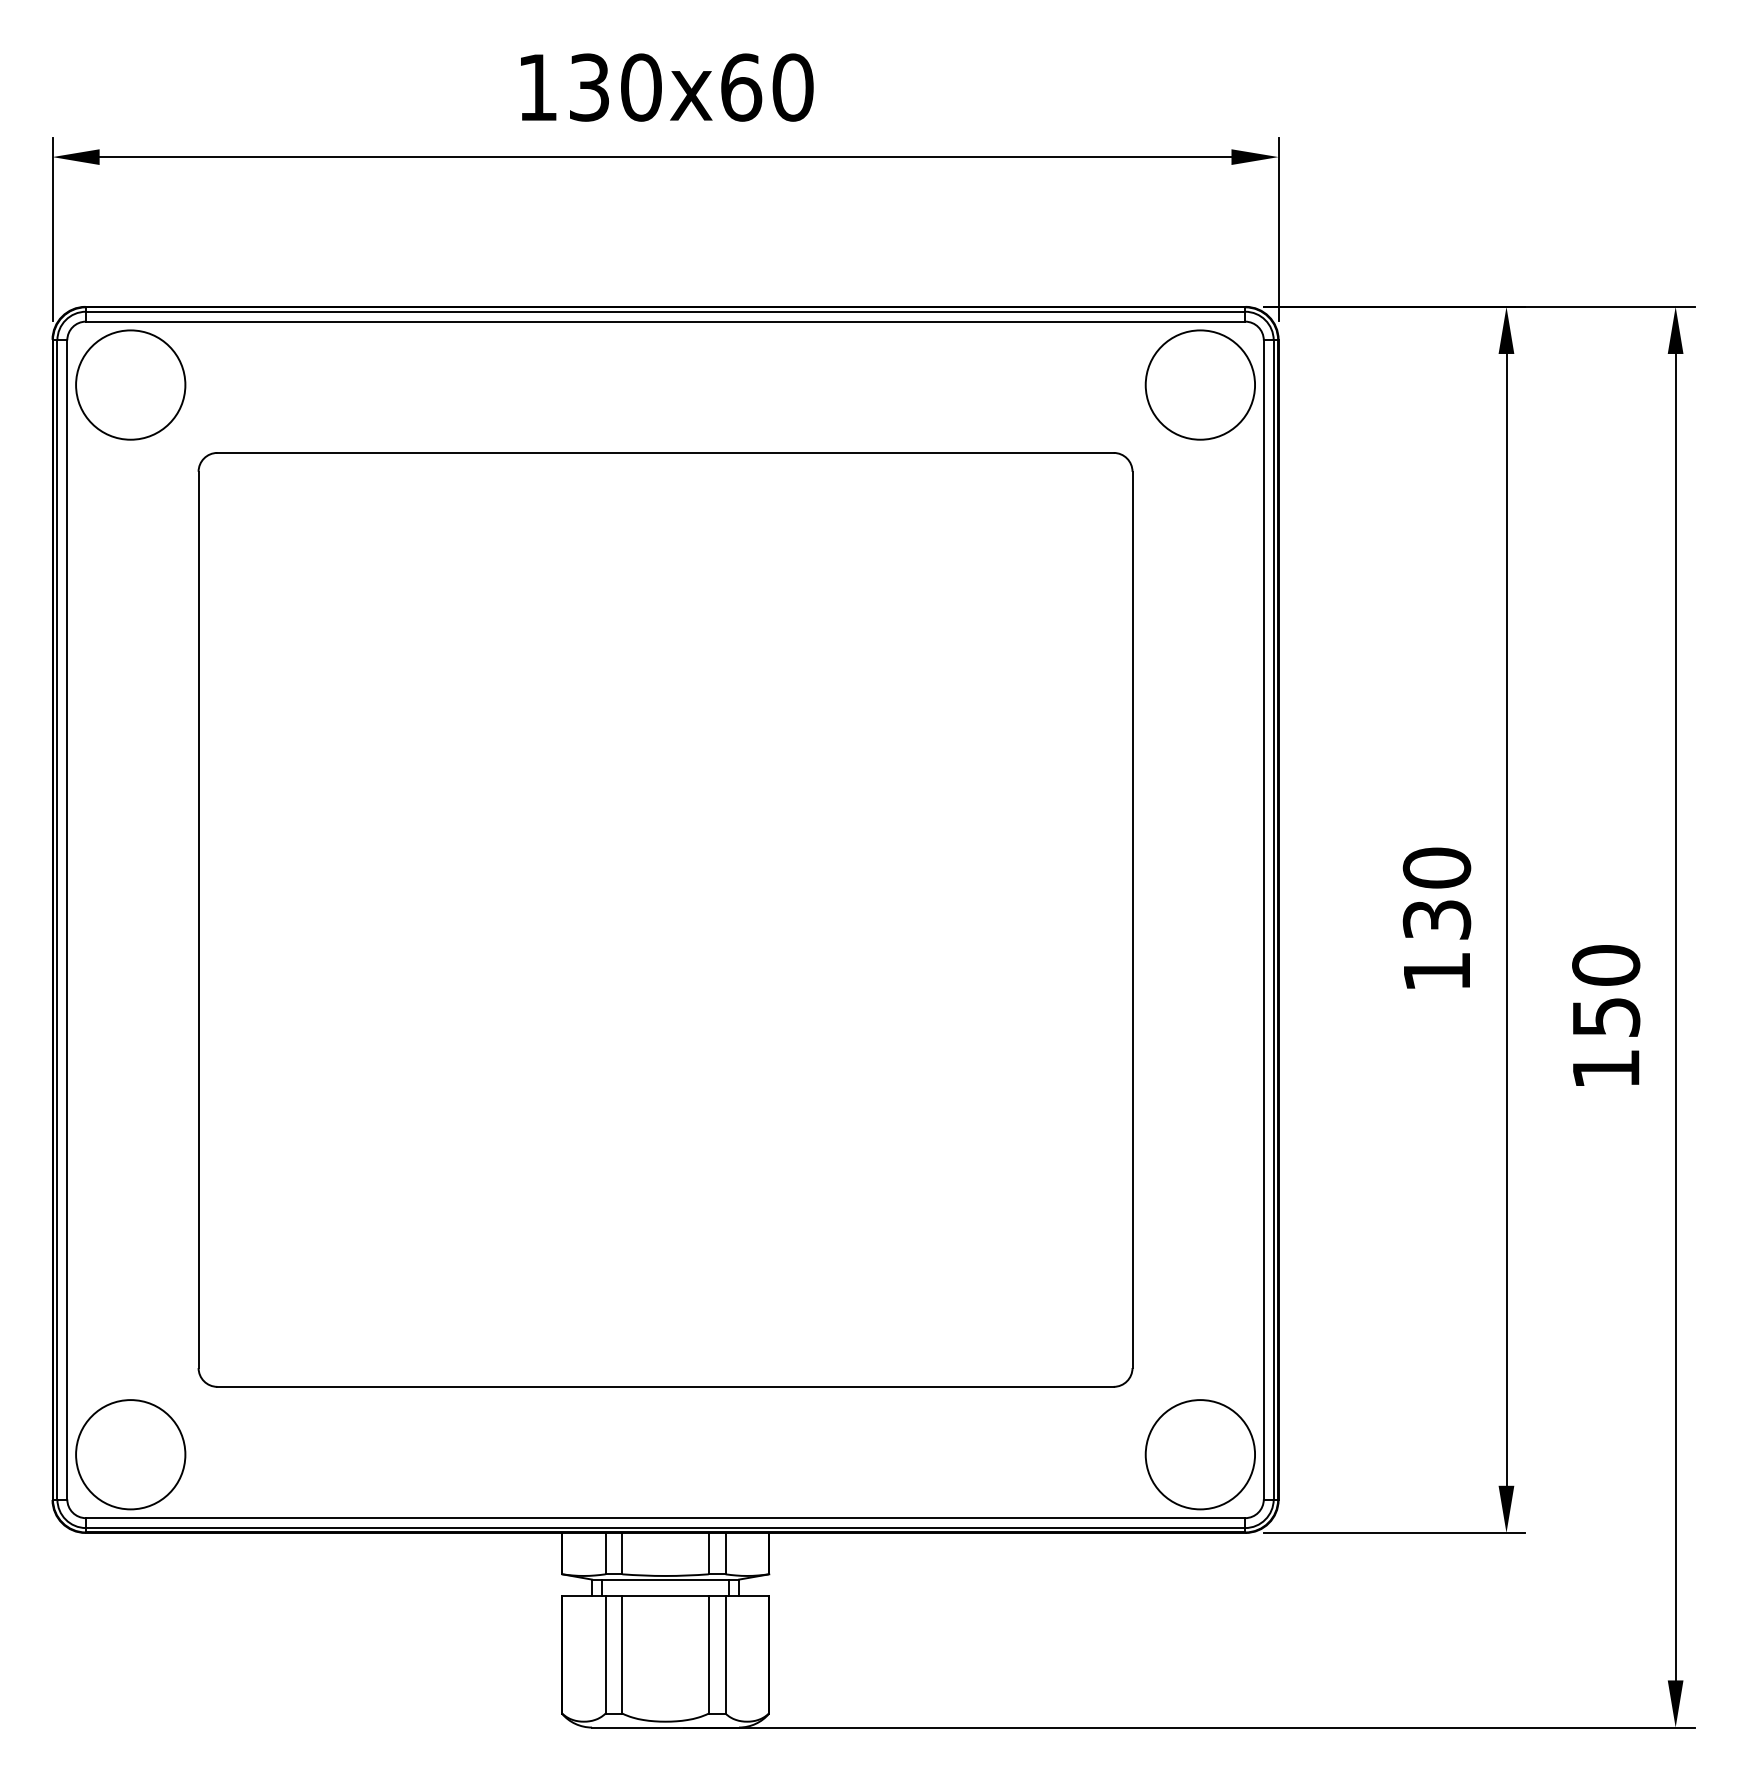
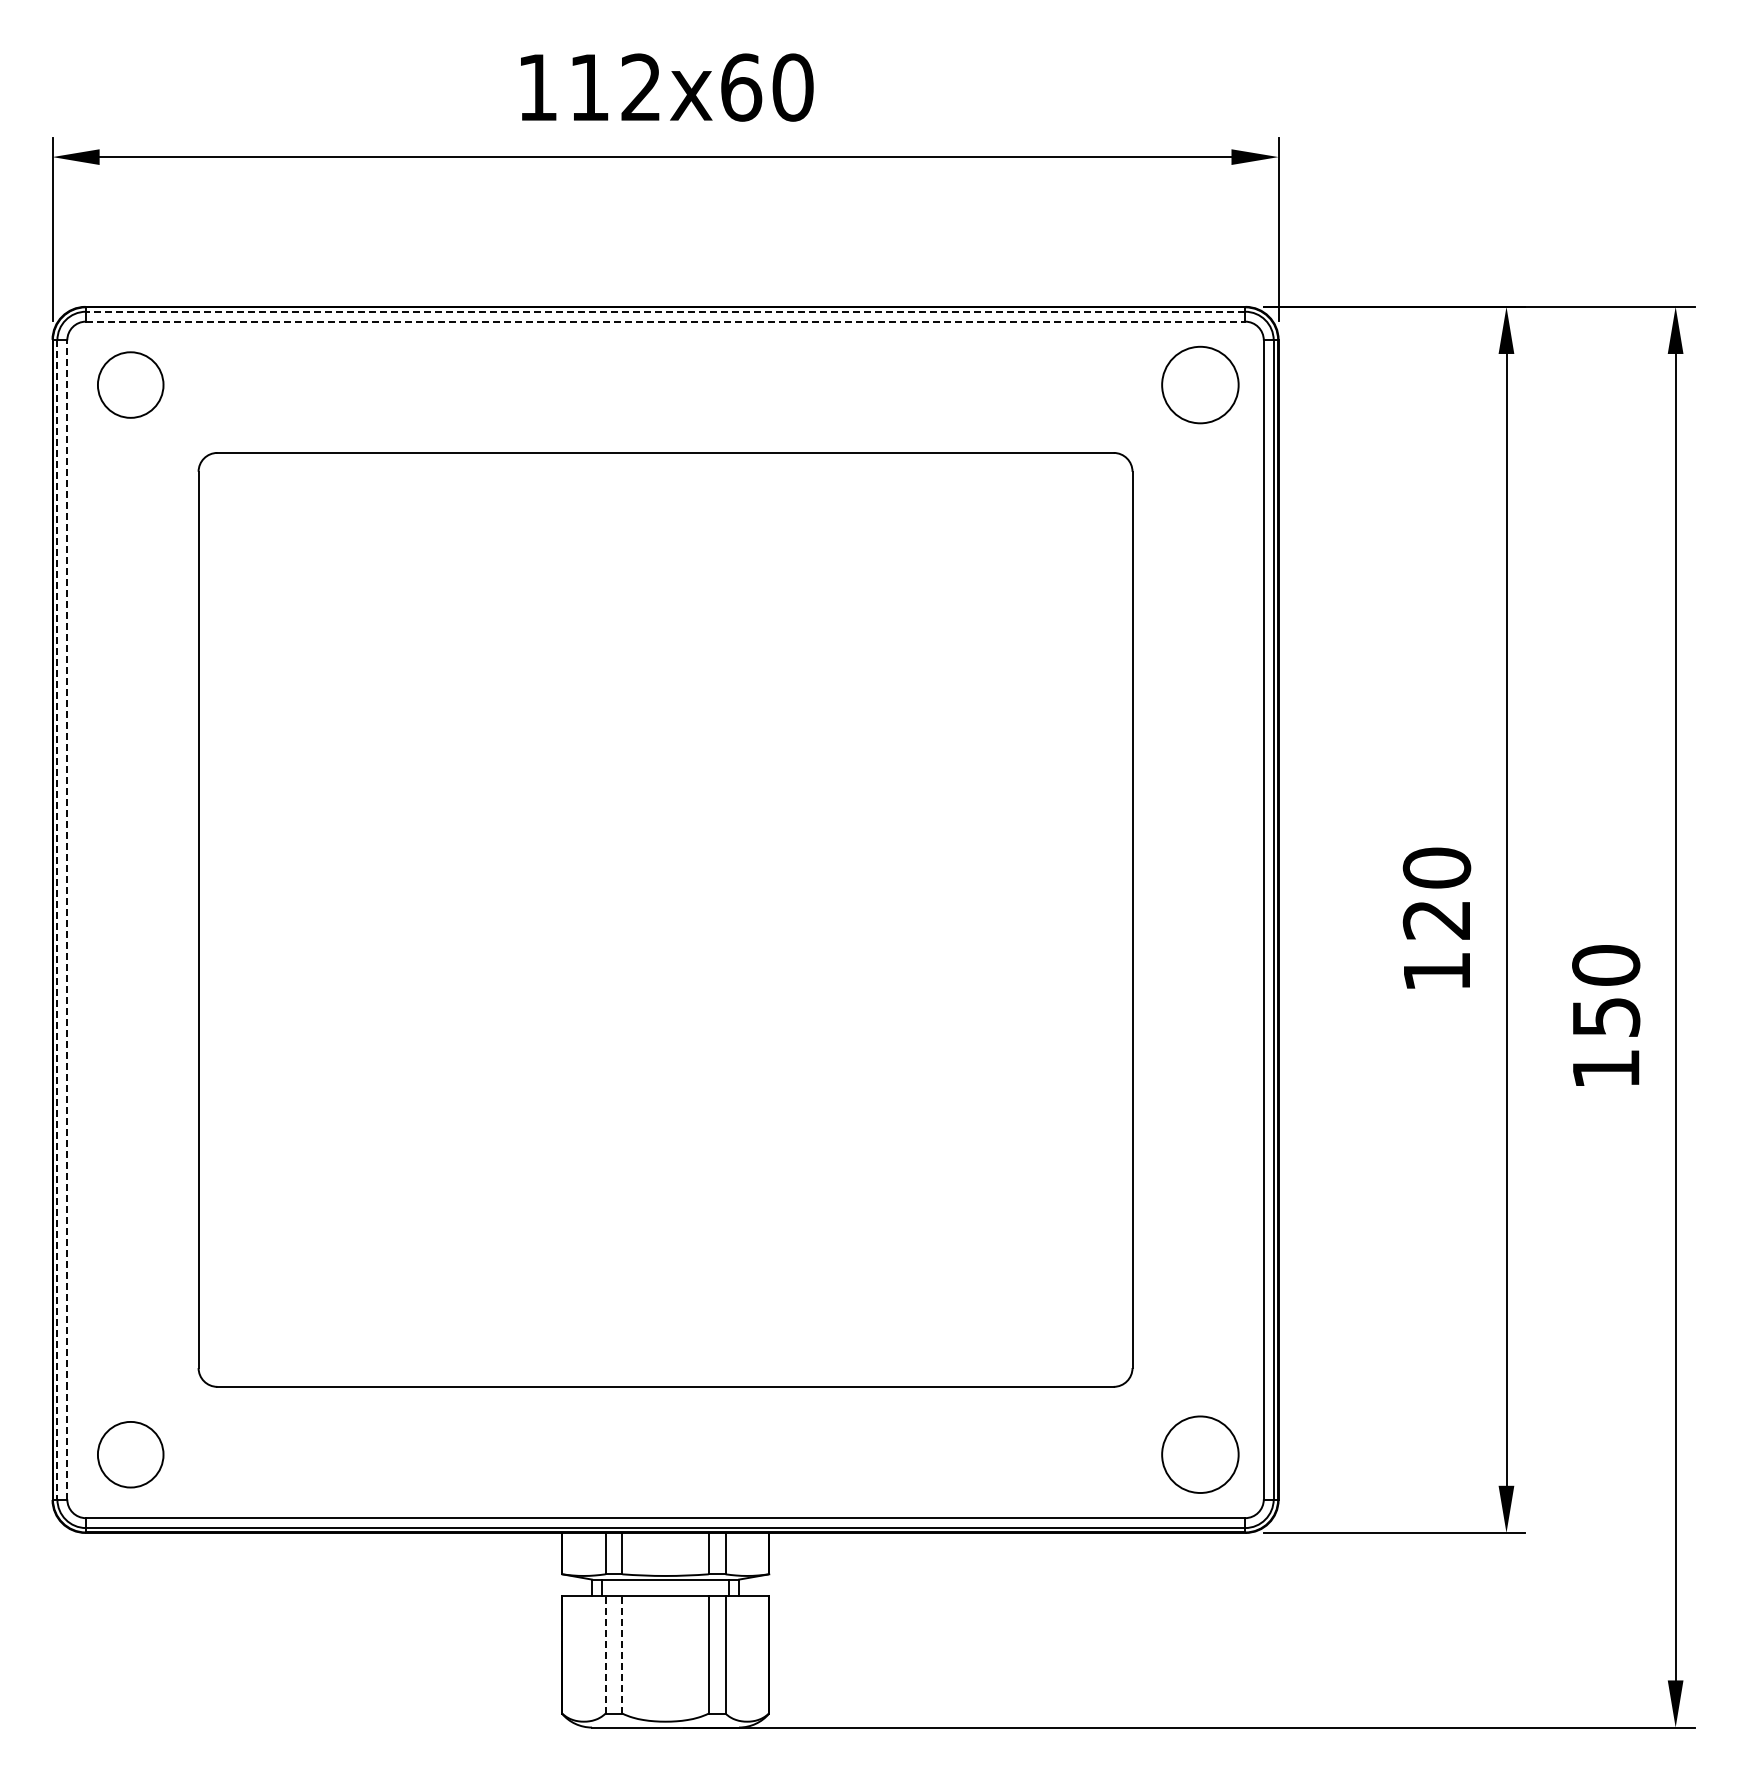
text at (615, 87): 130x60 -> 112x60
line at (665, 311): solid -> dashed
line at (665, 321): solid -> dashed
circle at (130, 384) diameter: 109 px -> 66 px
circle at (1200, 384) diameter: 109 px -> 77 px
line at (57, 919): solid -> dashed
line at (67, 919): solid -> dashed
text at (1437, 919): 130 -> 120
circle at (130, 1454) diameter: 109 px -> 66 px
circle at (1200, 1454) diameter: 109 px -> 77 px
line at (605, 1654): solid -> dashed
line at (622, 1654): solid -> dashed
